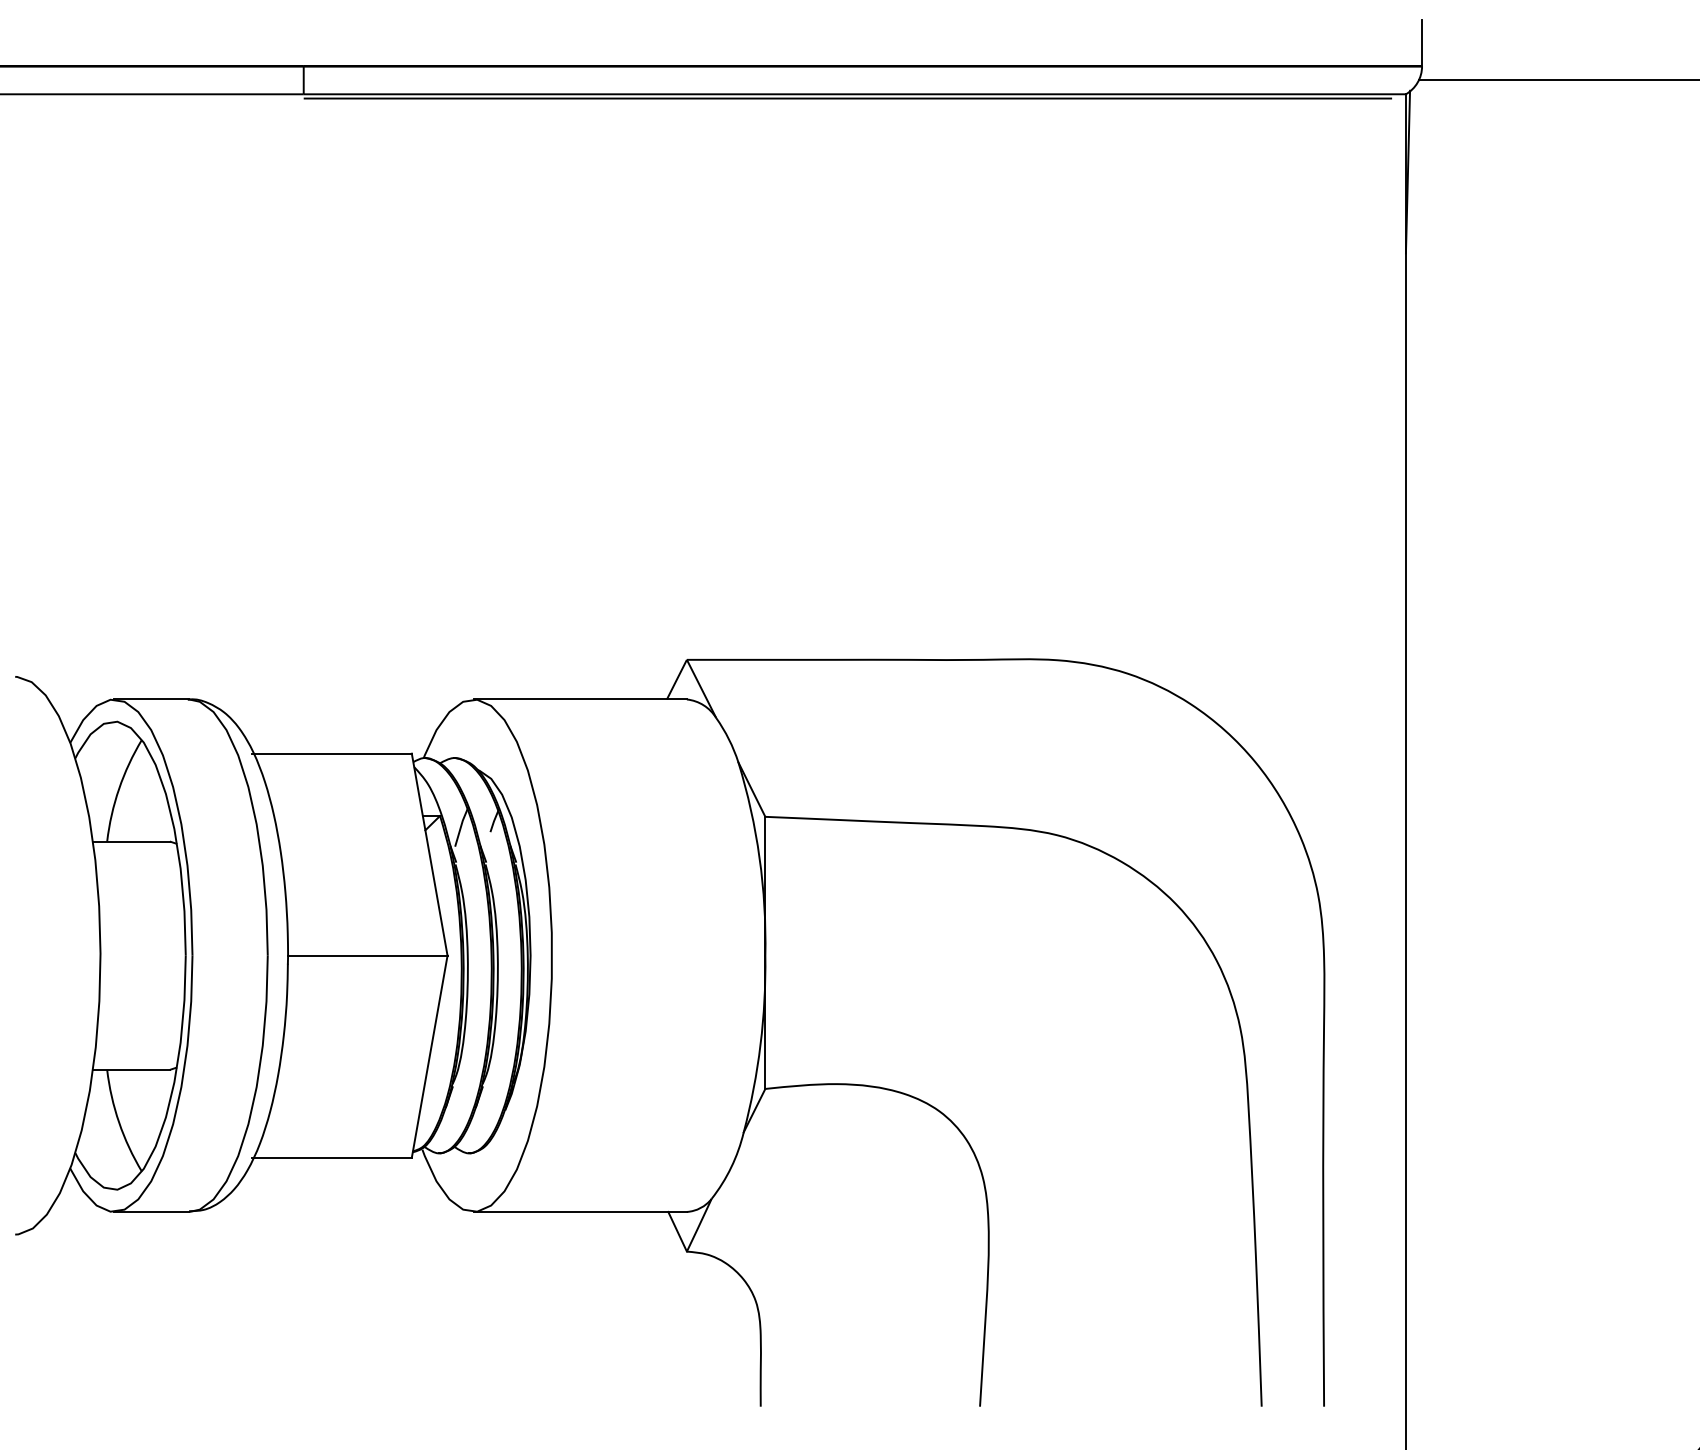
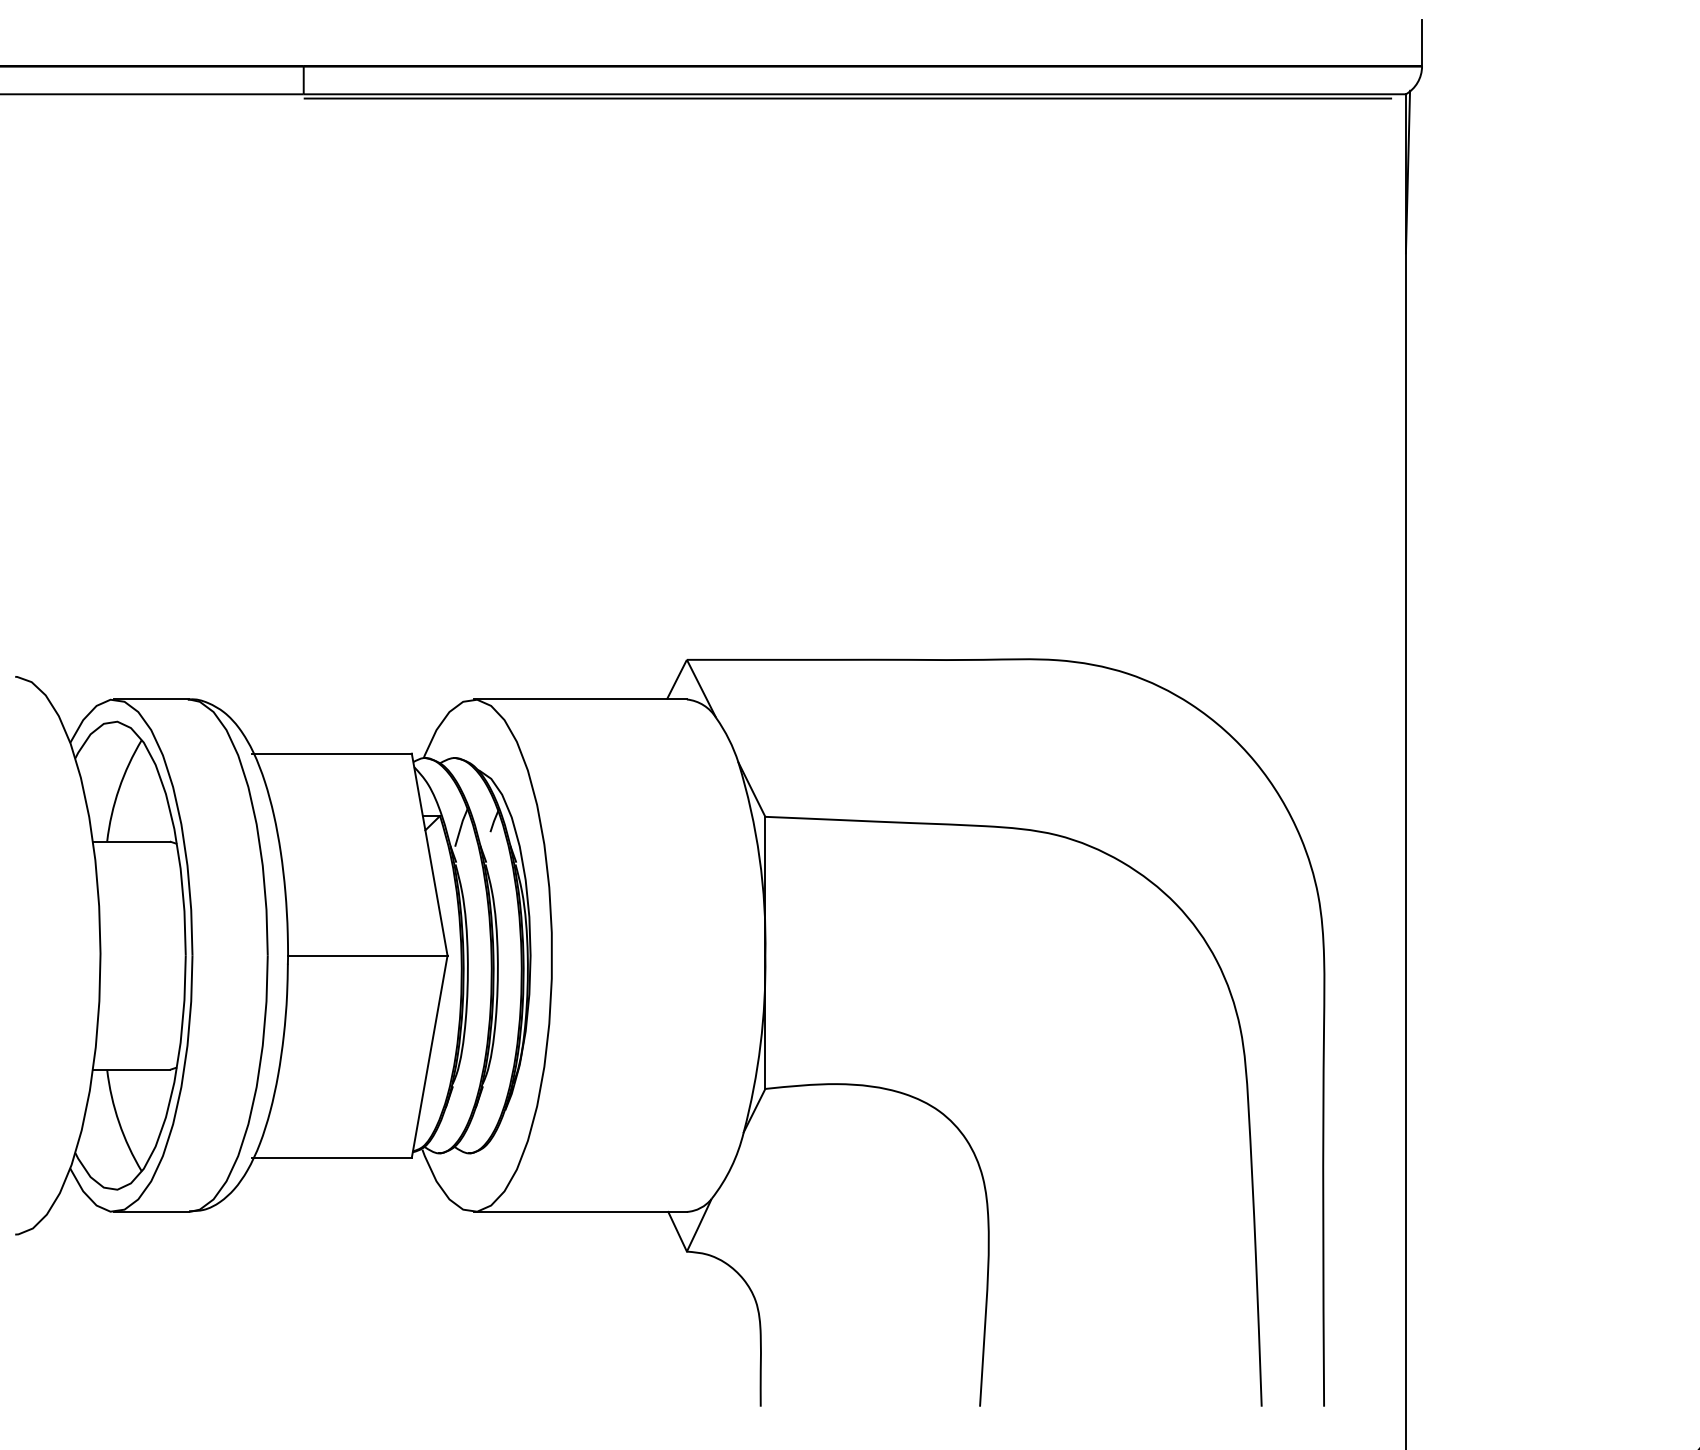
line at (1557, 80): present -> none
